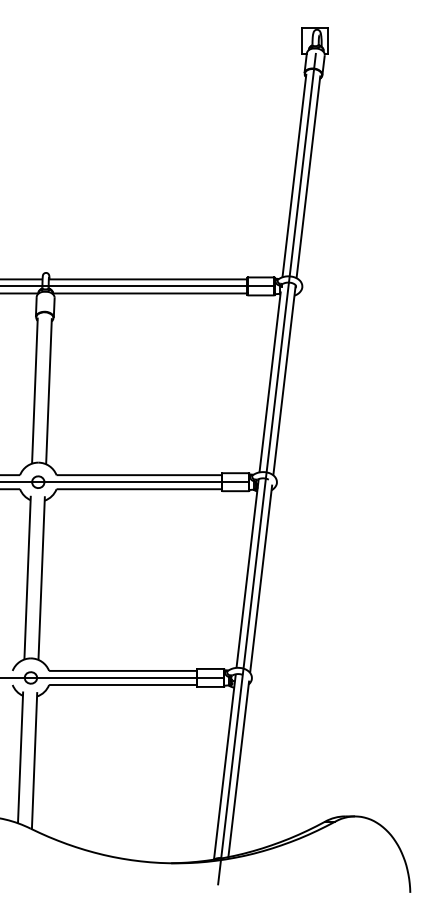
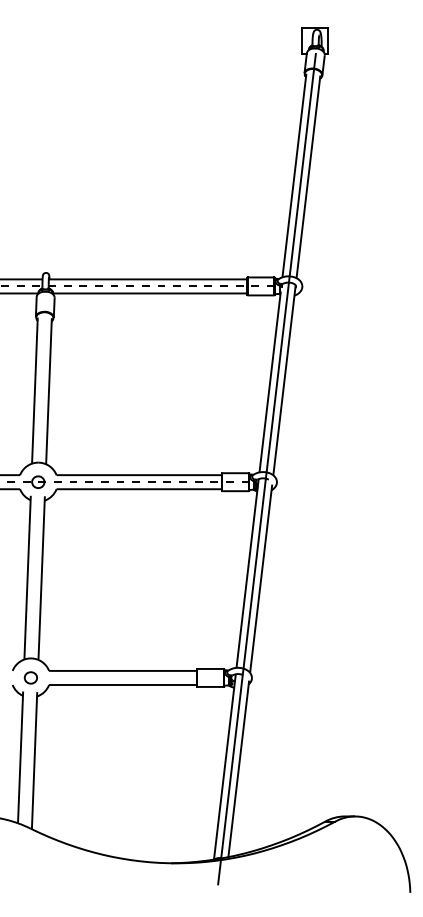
line at (137, 286): solid -> dashed
line at (124, 482): solid -> dashed
line at (113, 677): present -> none
